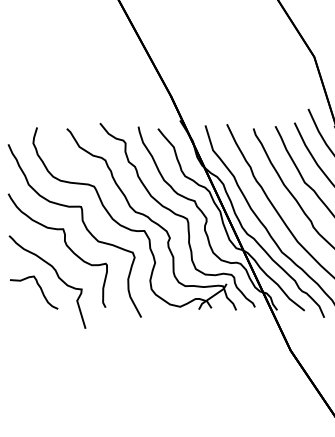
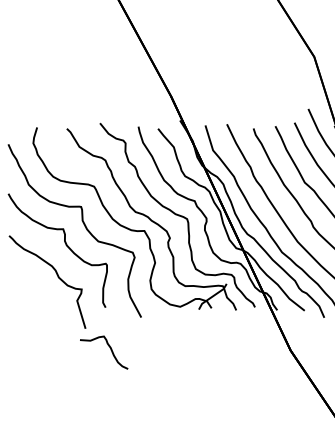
part at (40, 290) position: (40, 290) -> (110, 350)
